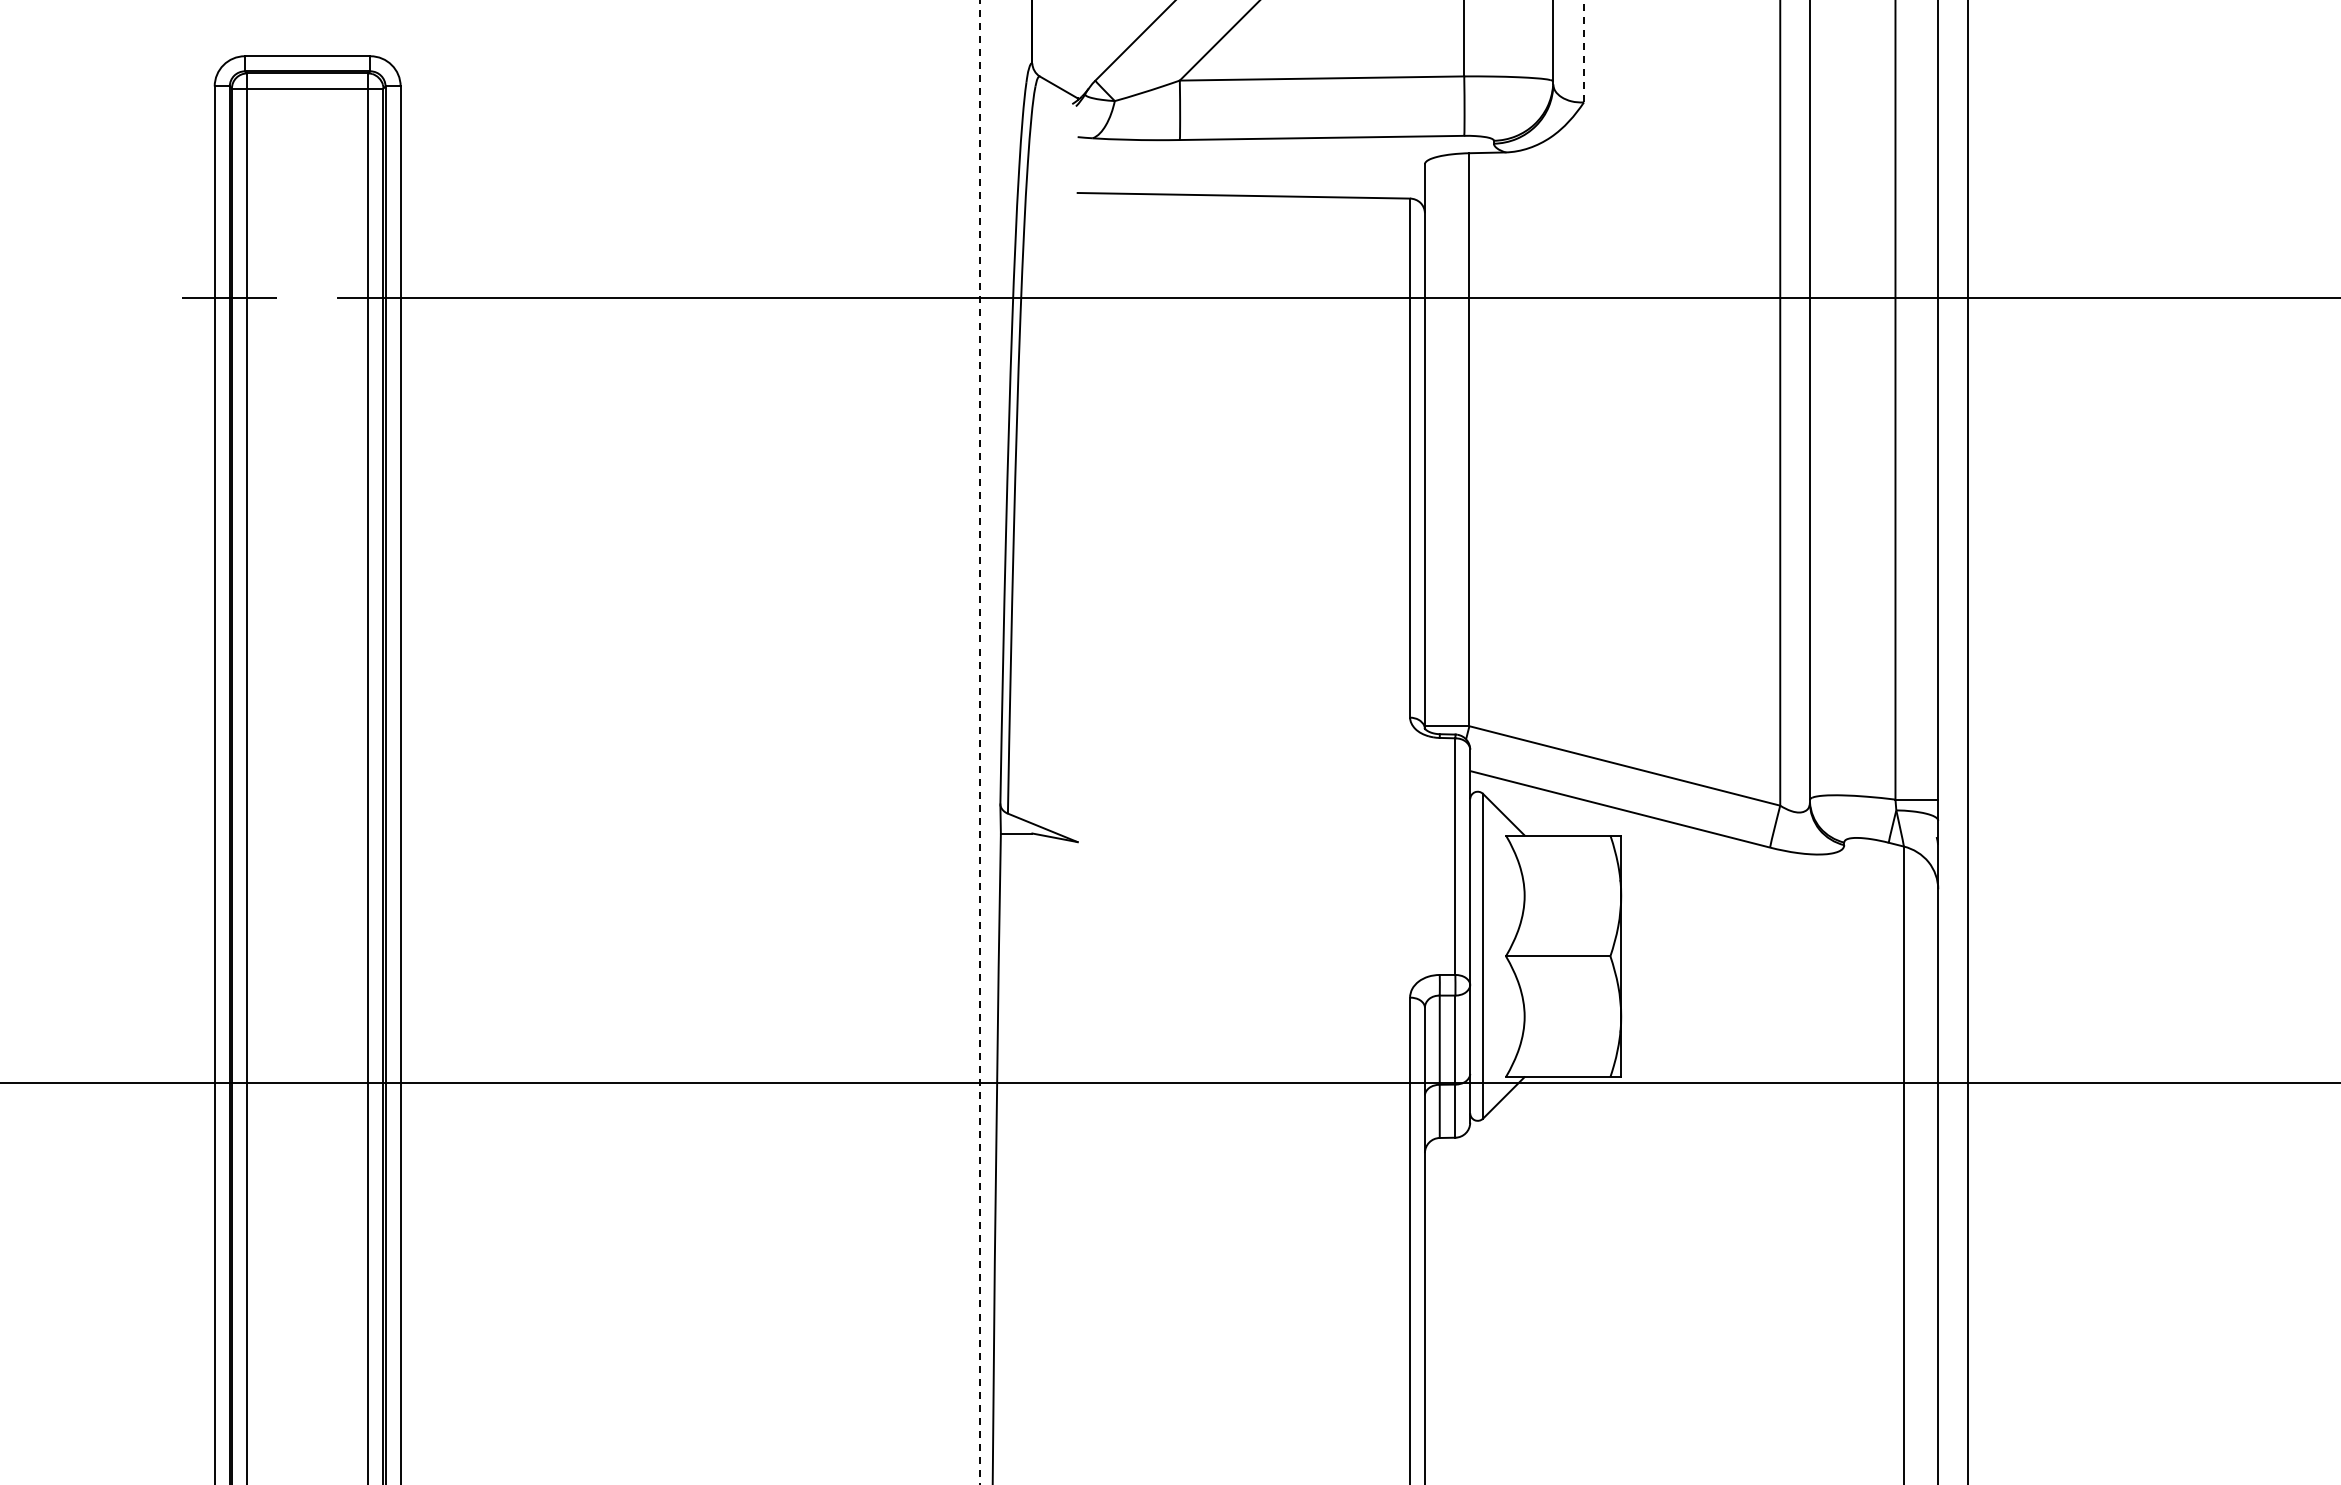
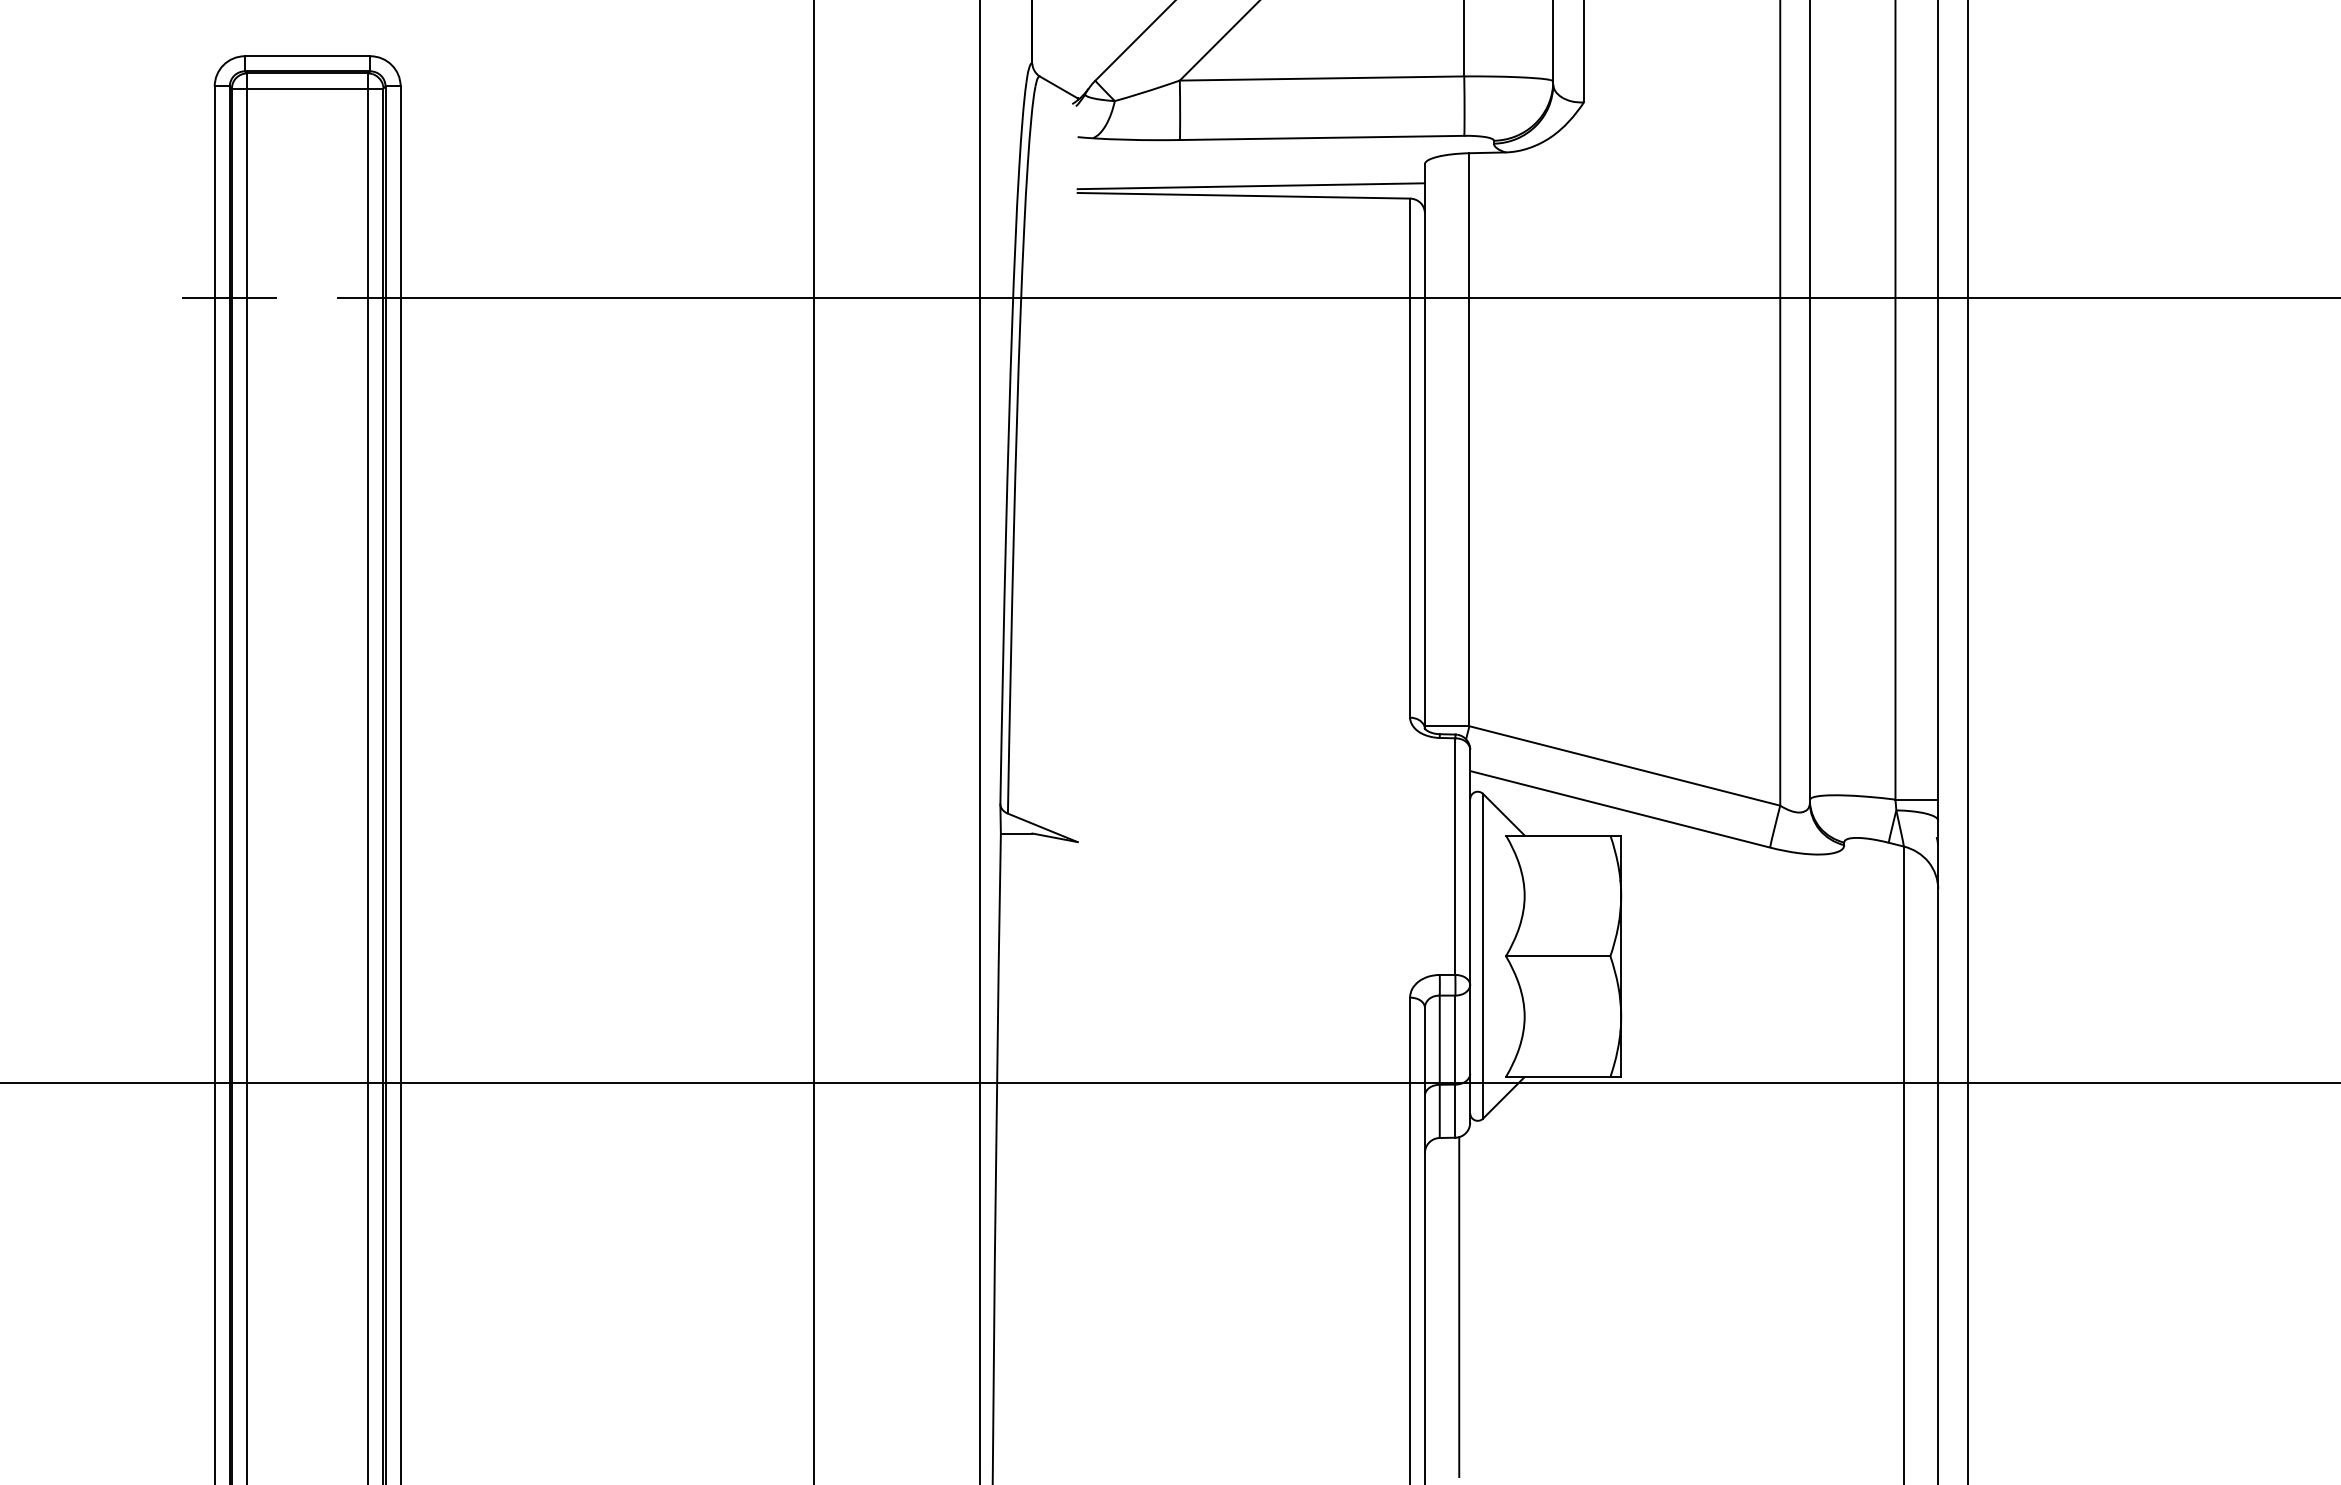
line at (1583, 51): dashed -> solid
line at (1250, 186): none -> present
line at (813, 741): none -> present
line at (979, 742): dashed -> solid
line at (1459, 1307): none -> present
